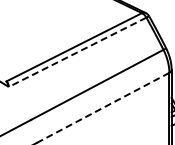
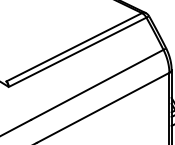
line at (77, 52): dashed -> solid
line at (103, 107): dashed -> solid
